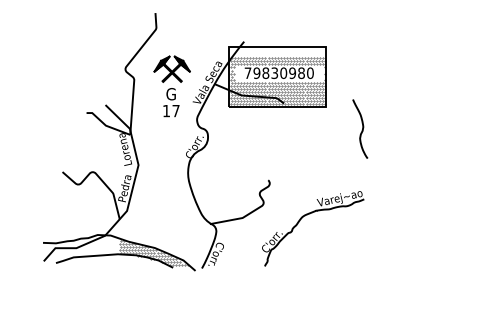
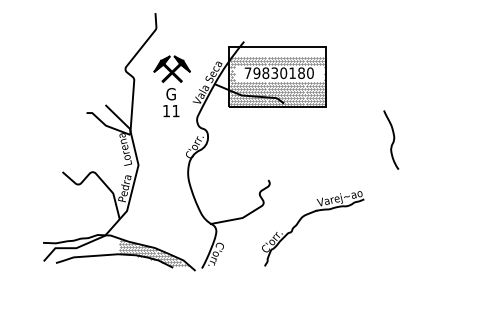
text at (292, 72): 79830980 -> 79830180
text at (175, 111): 17 -> 11
curve at (362, 128) position: (362, 128) -> (393, 139)
